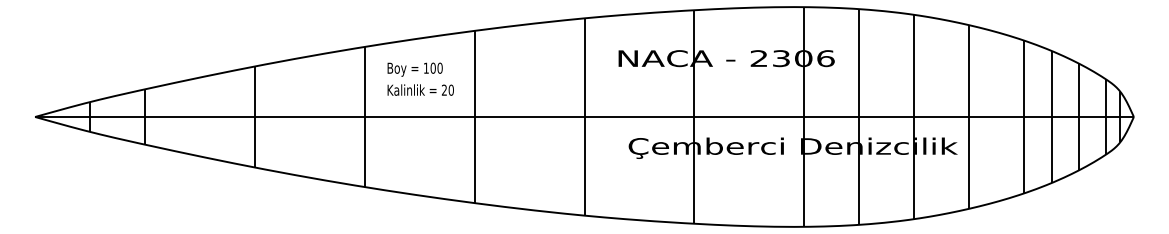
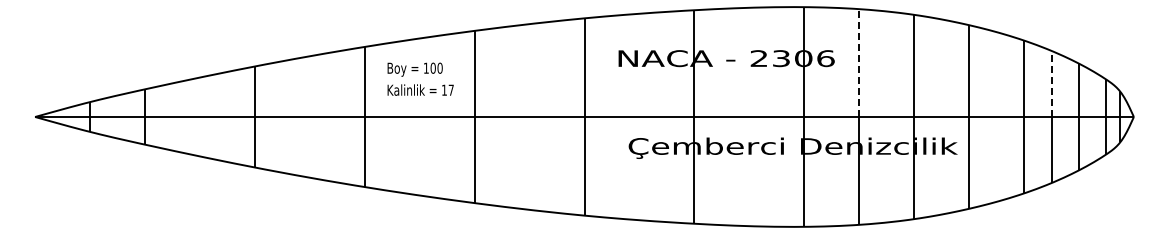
line at (859, 63): solid -> dashed
line at (1051, 83): solid -> dashed
text at (447, 89): 20 -> 17
